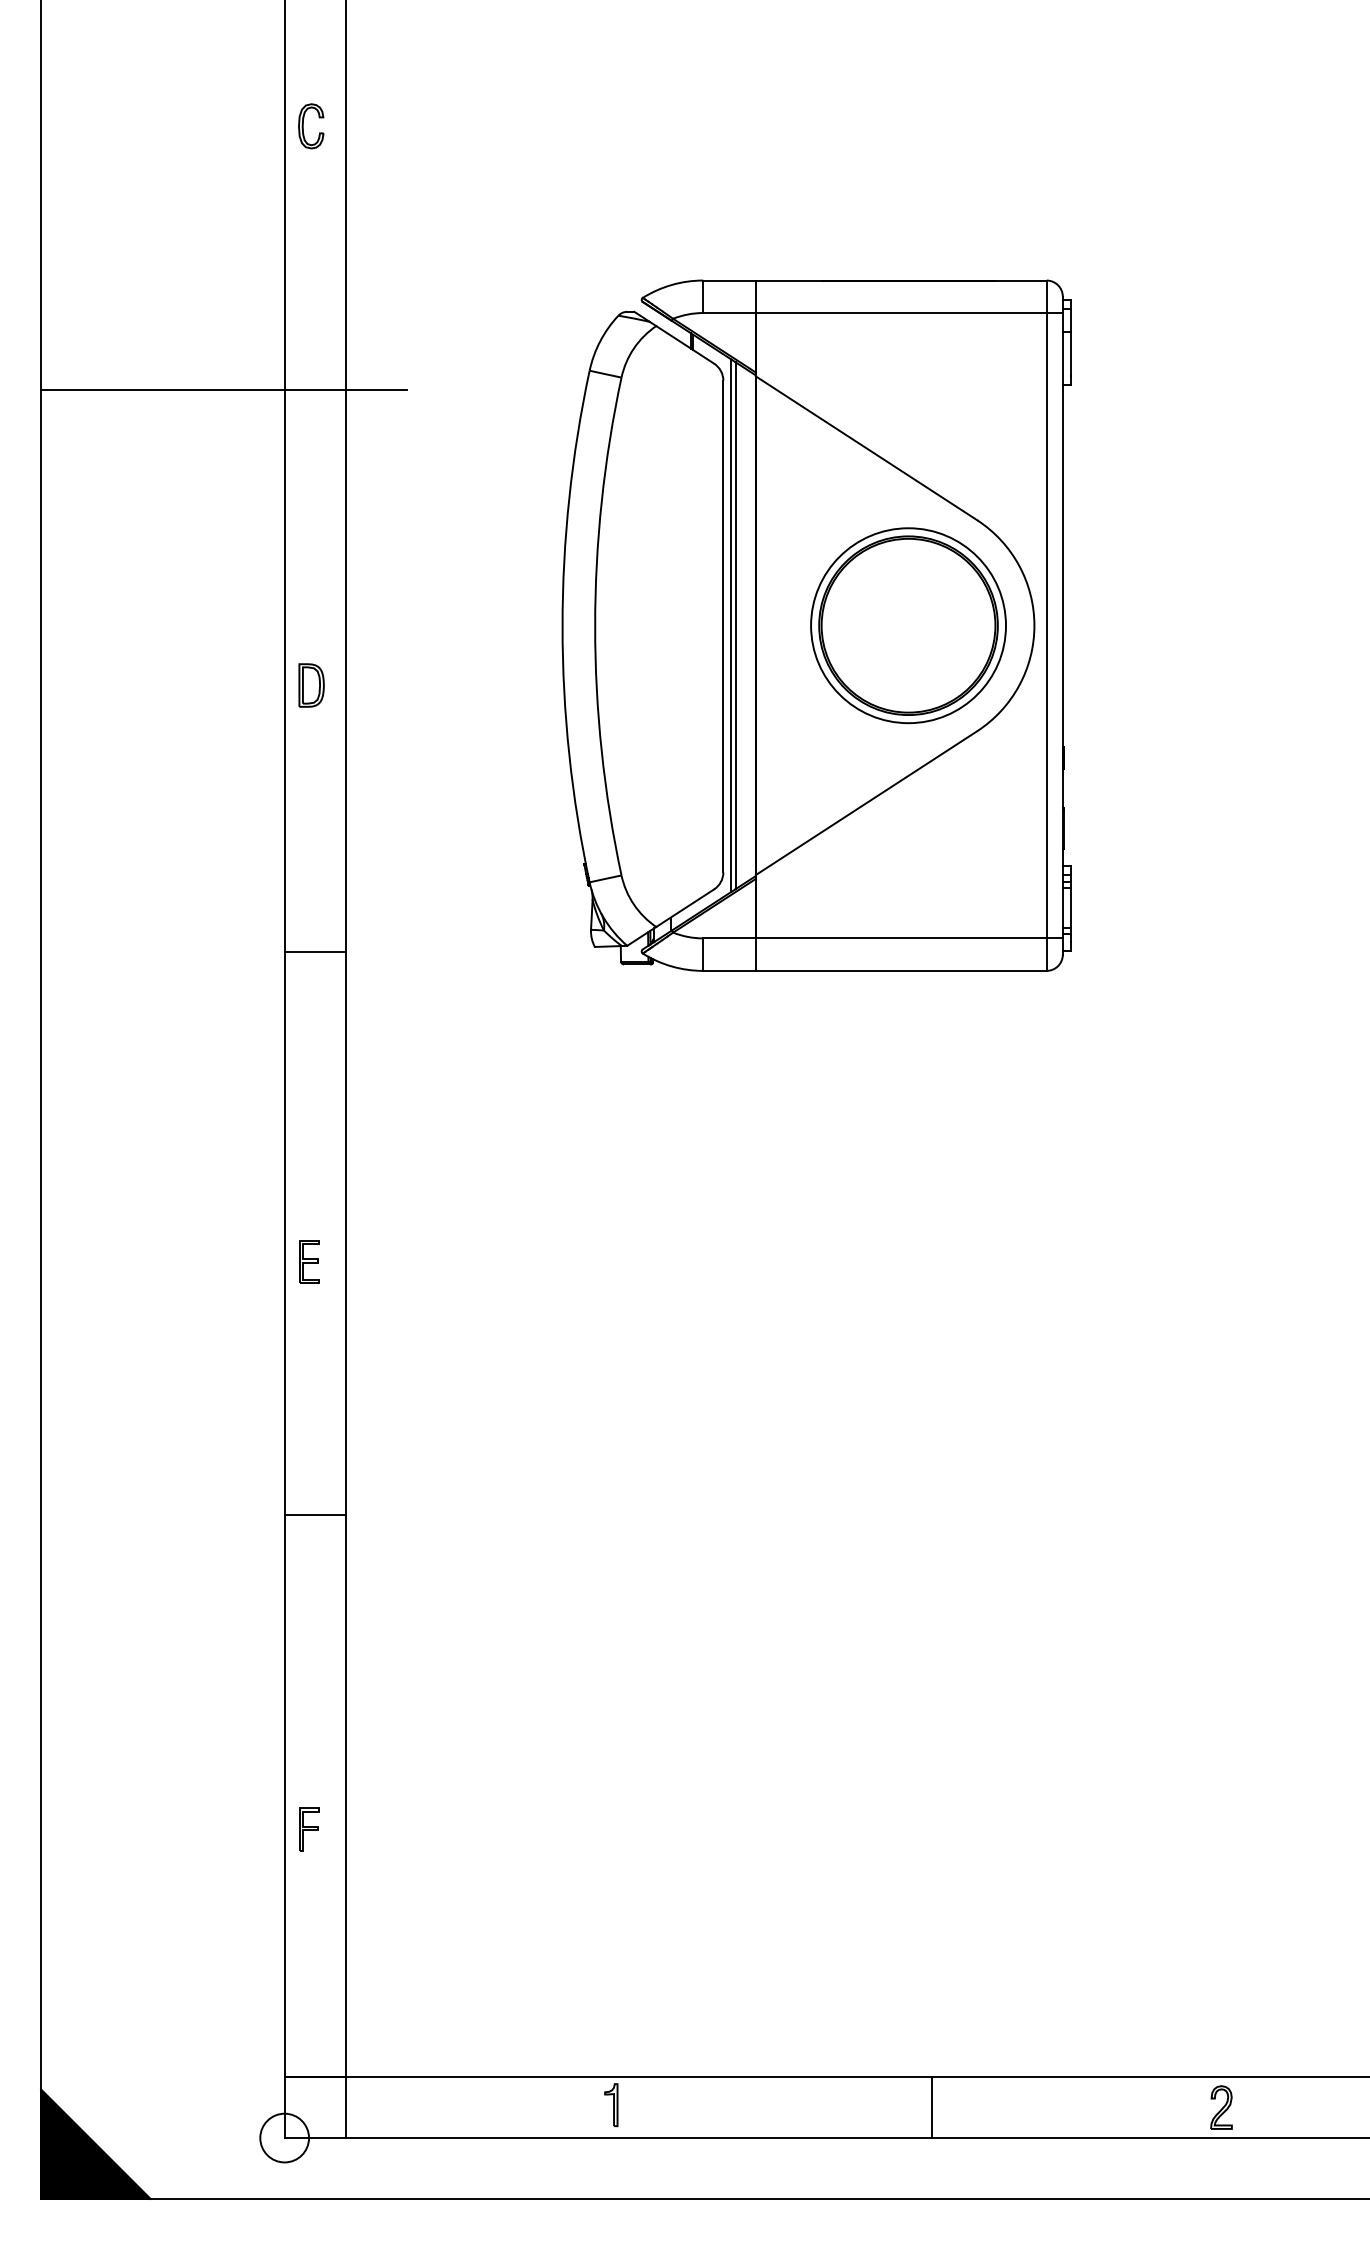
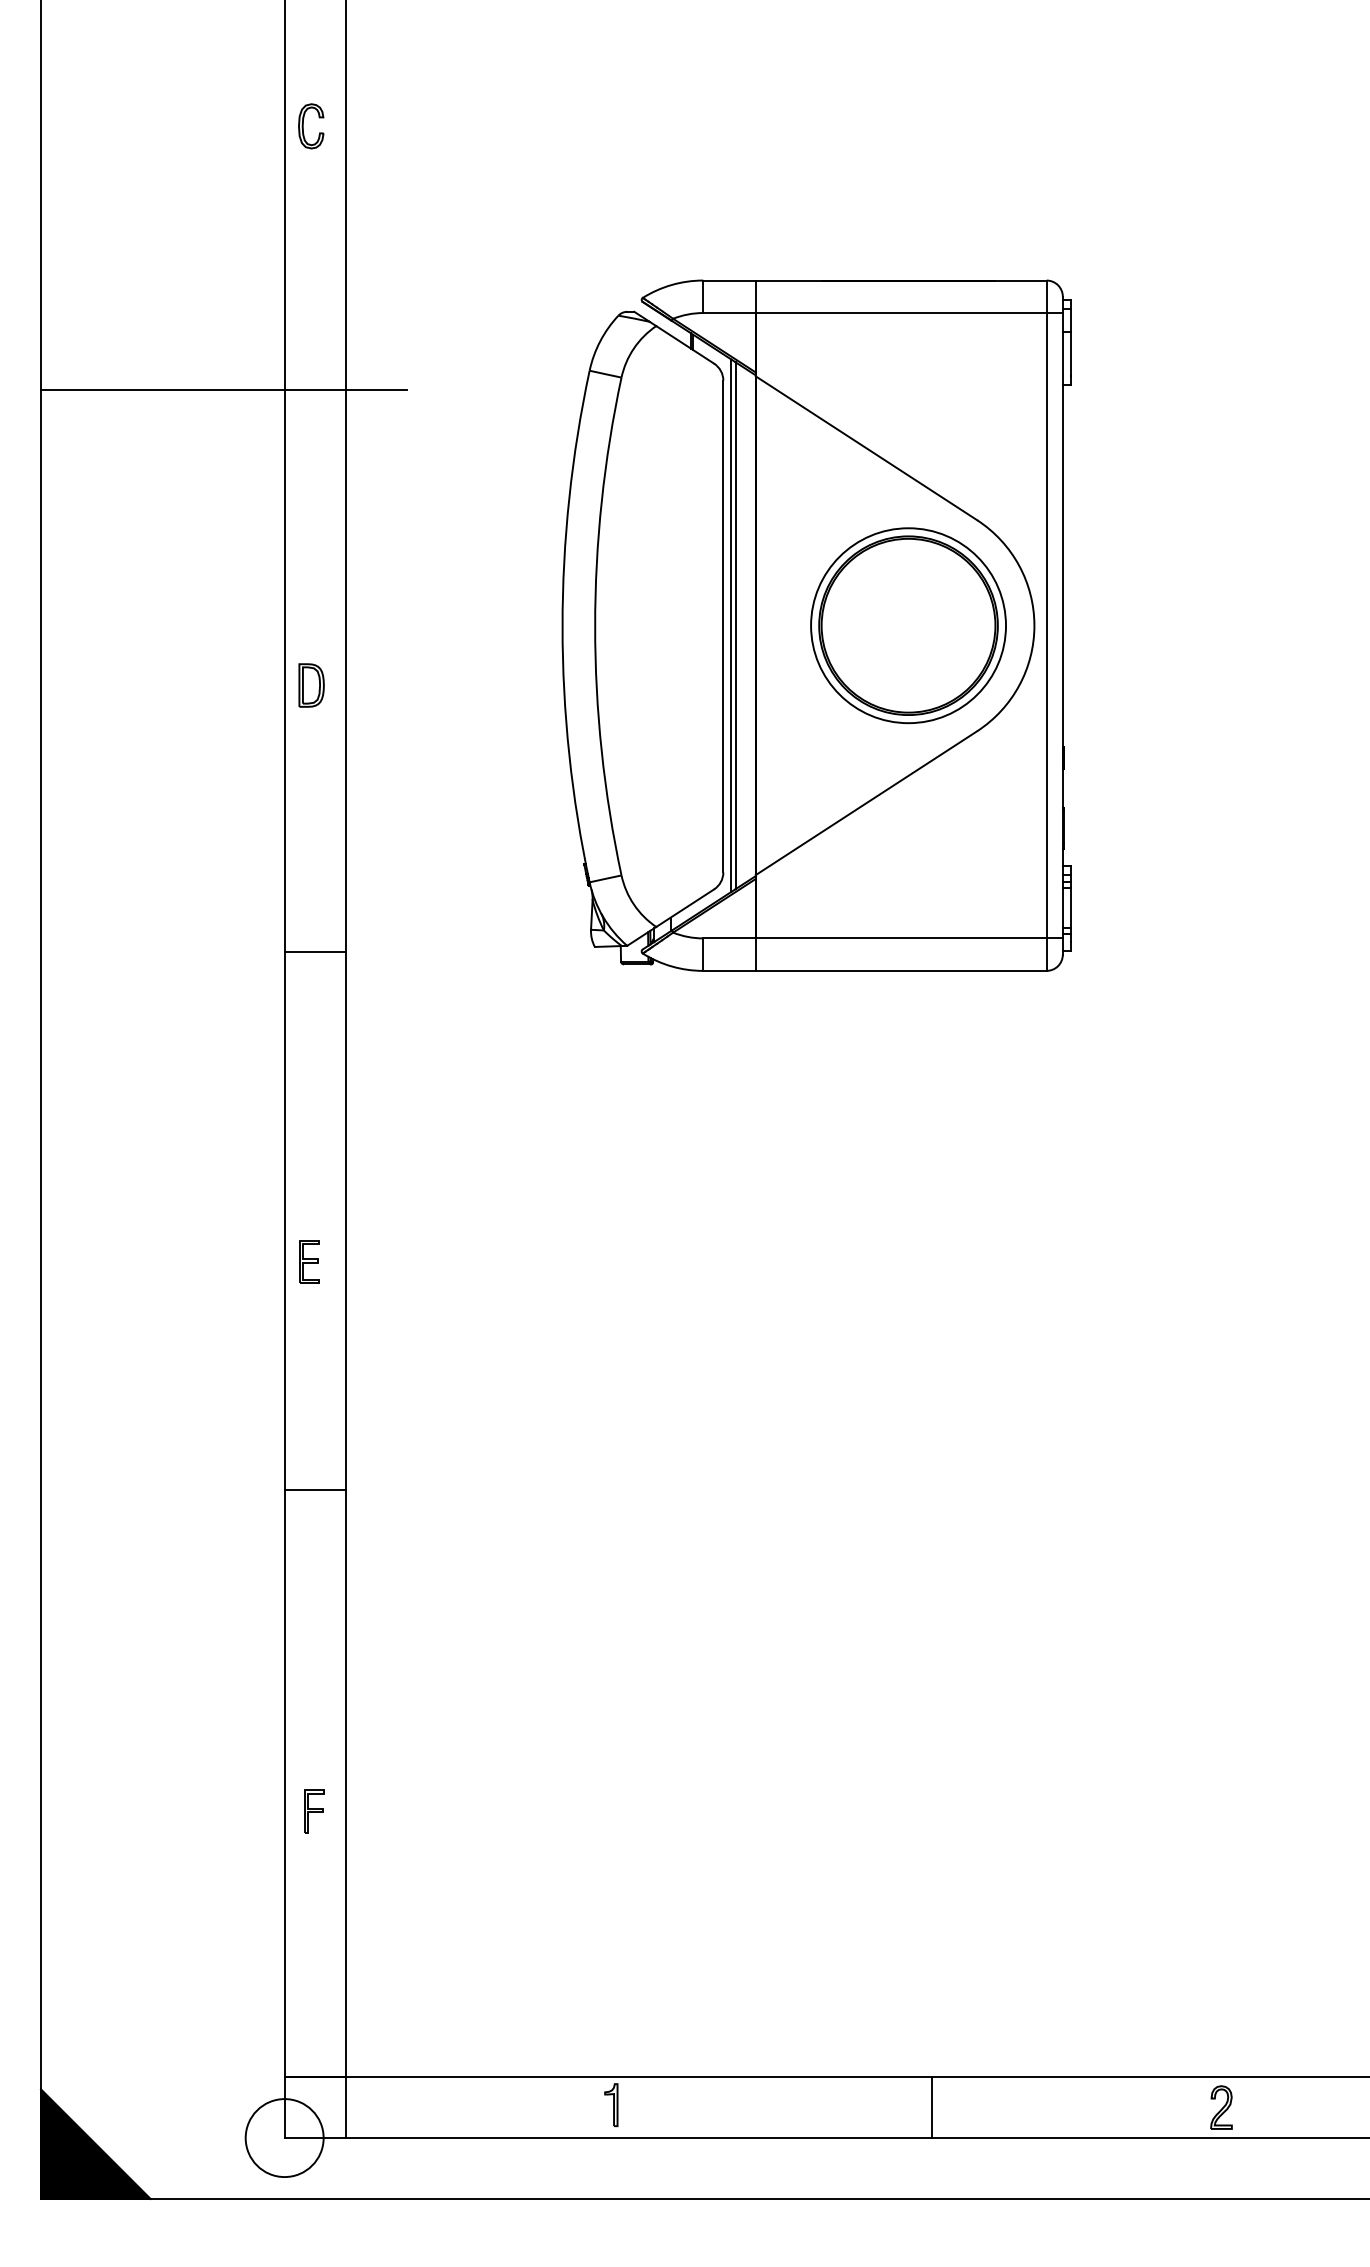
line at (314, 1514) position: (314, 1514) -> (314, 1489)
part at (309, 1829) position: (309, 1829) -> (314, 1811)
circle at (284, 2137) diameter: 49 px -> 78 px
